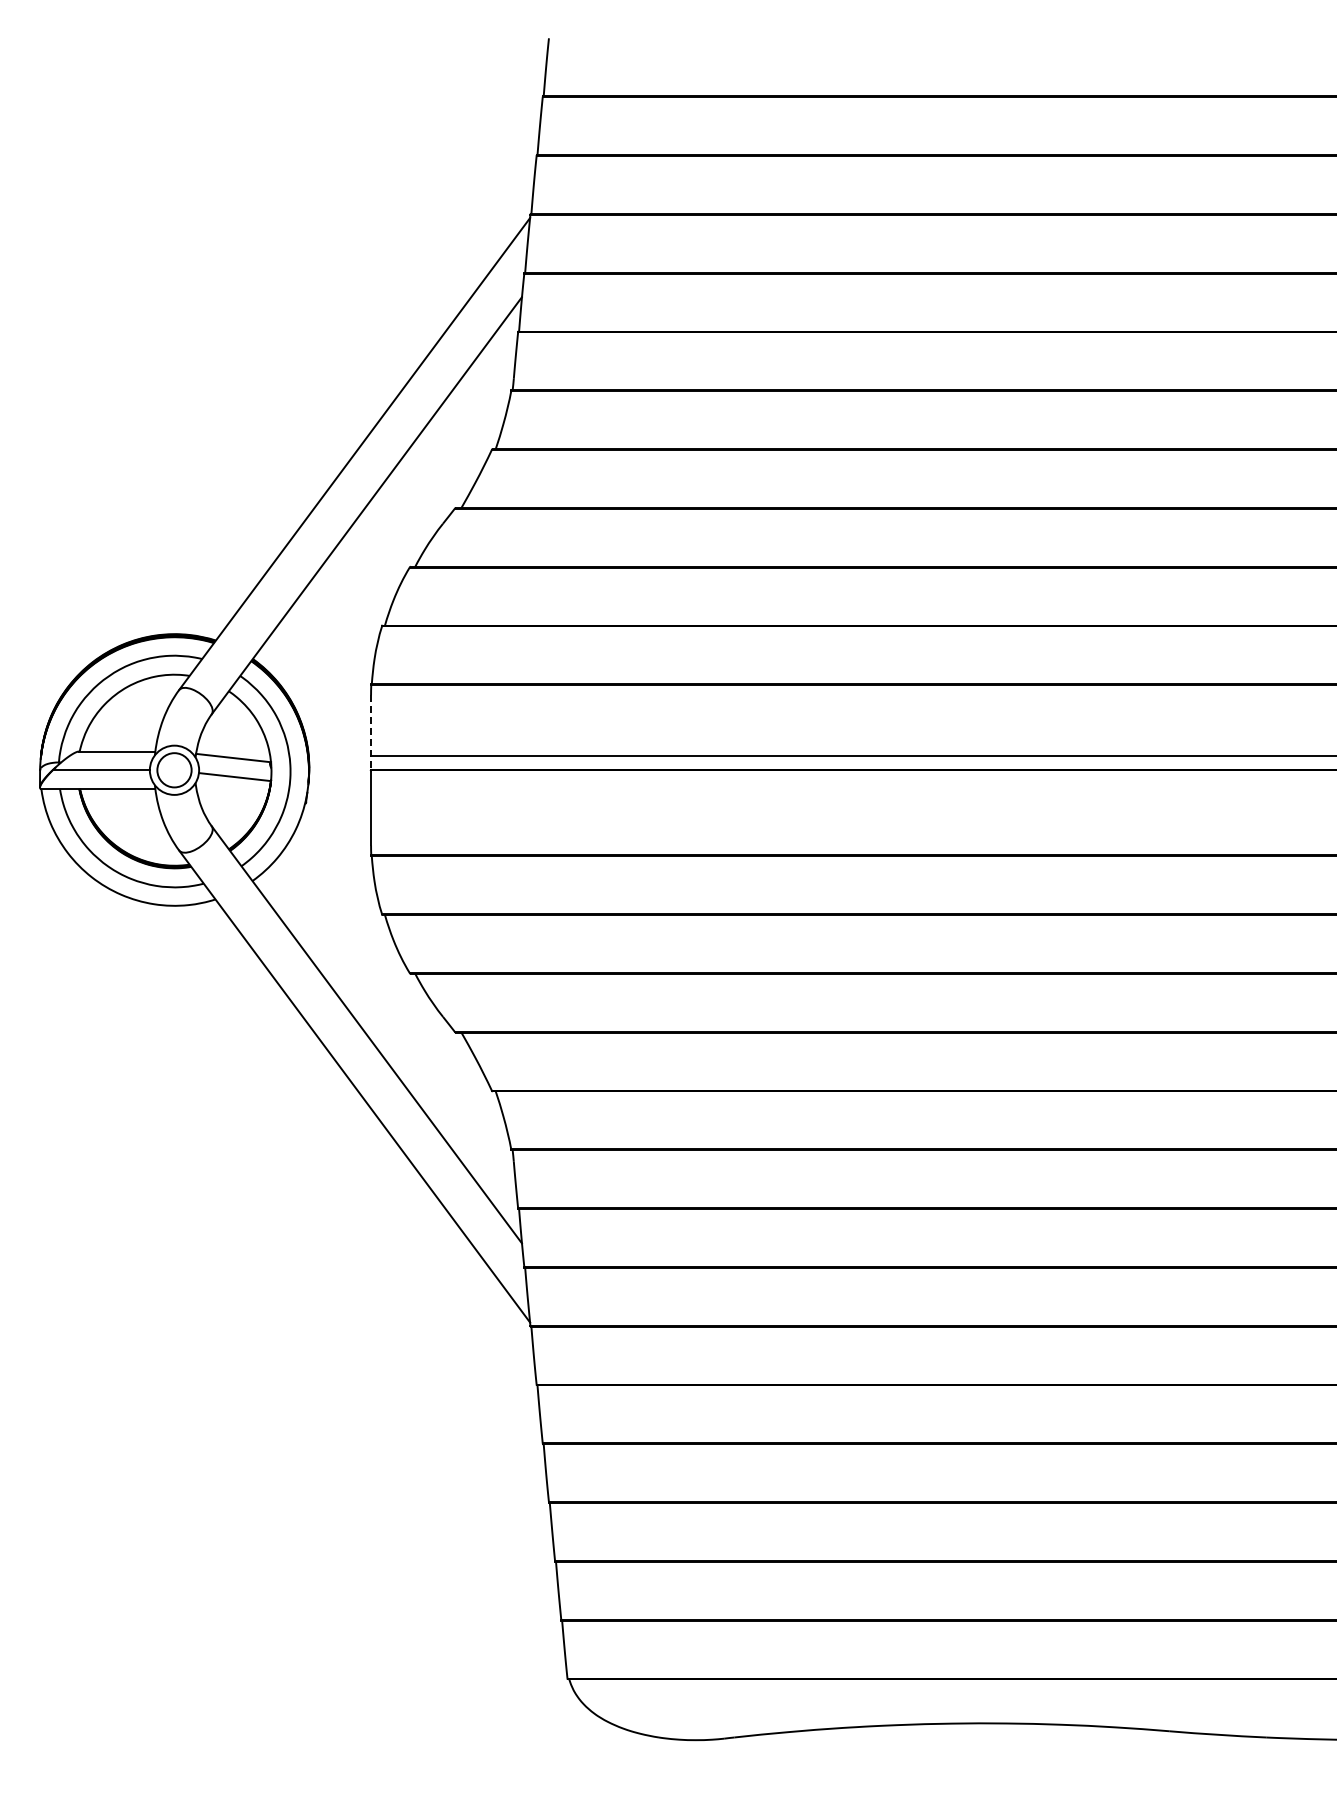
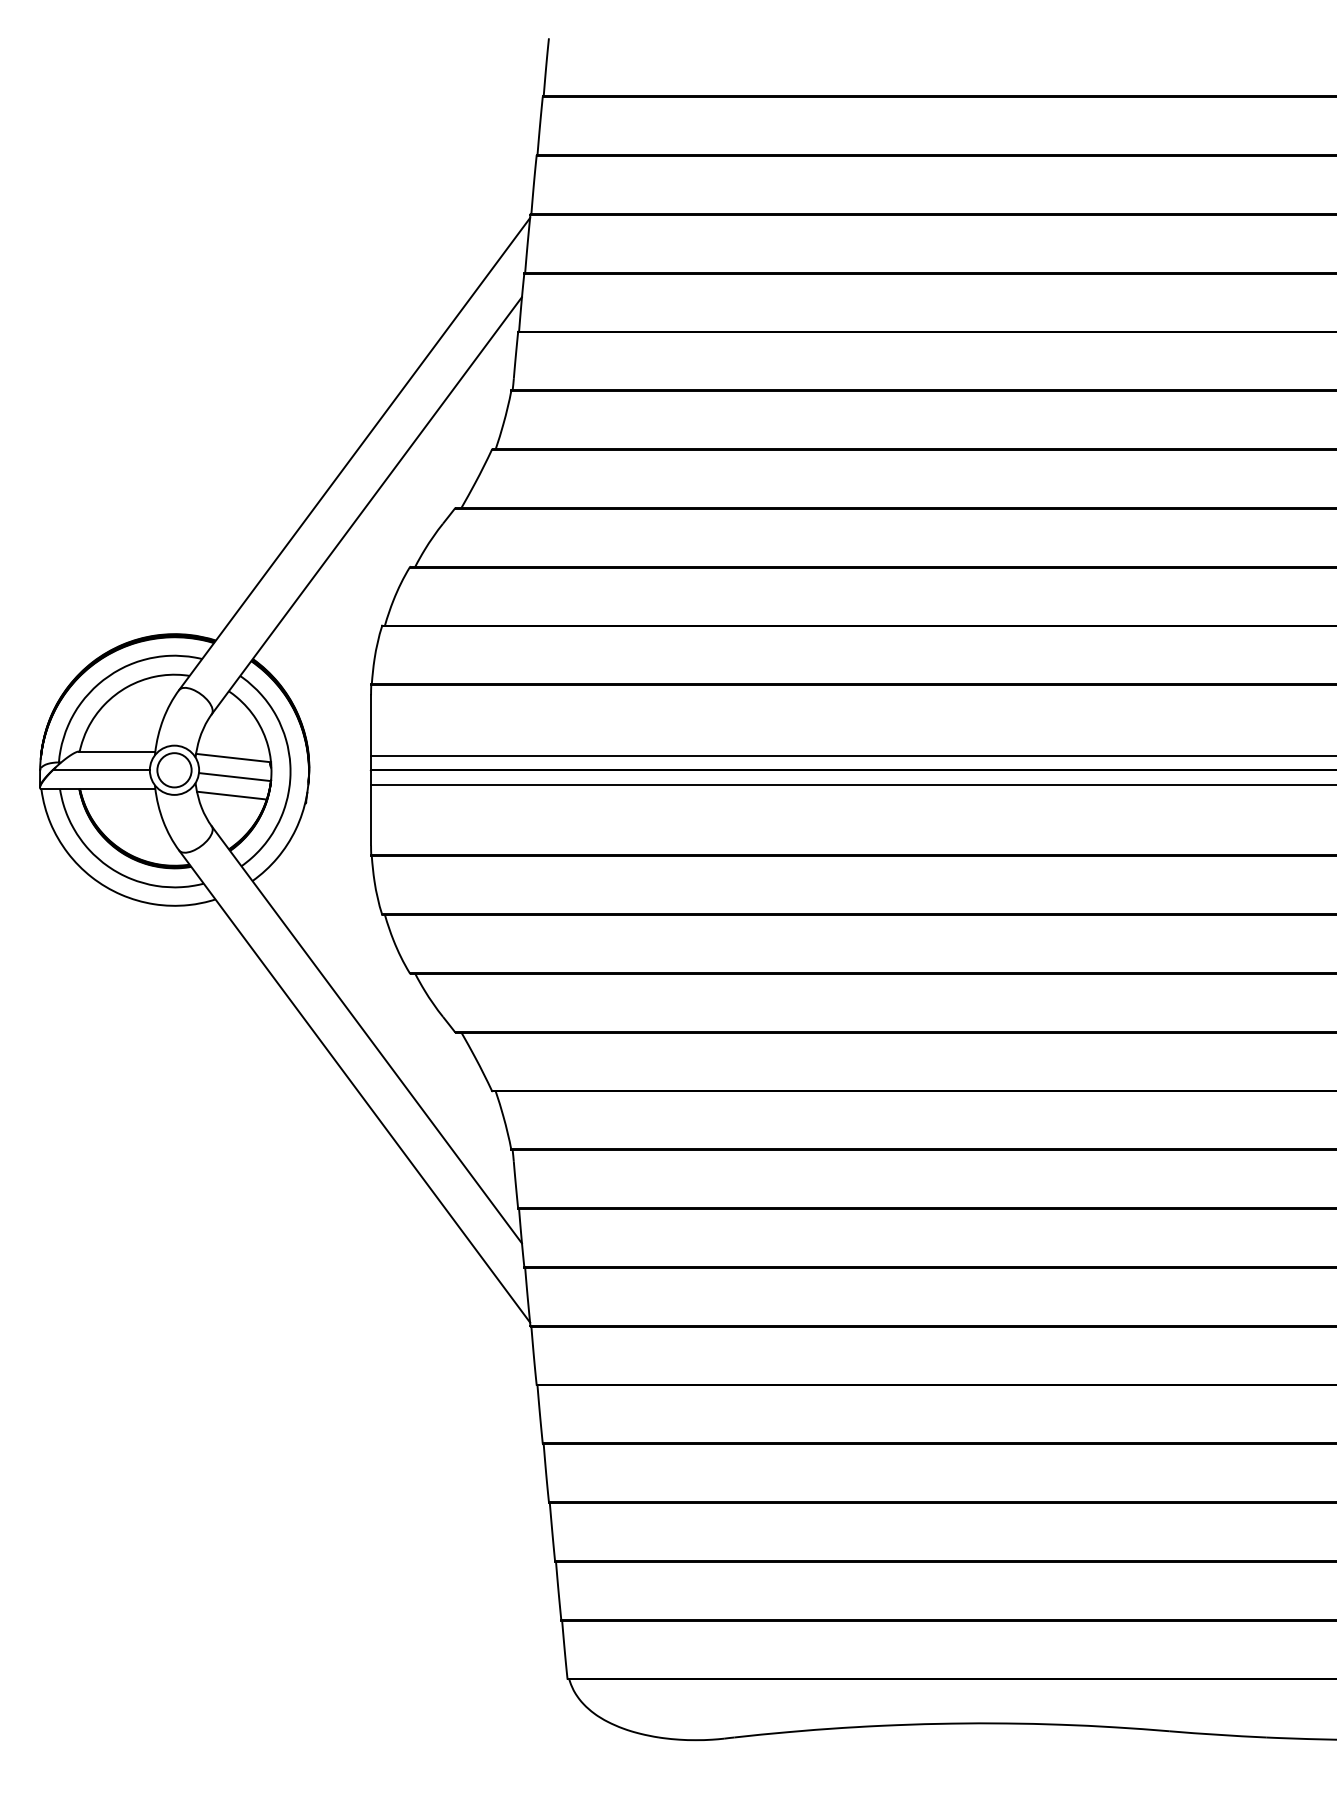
line at (371, 733): dashed -> solid
line at (852, 784): none -> present
line at (231, 795): none -> present
